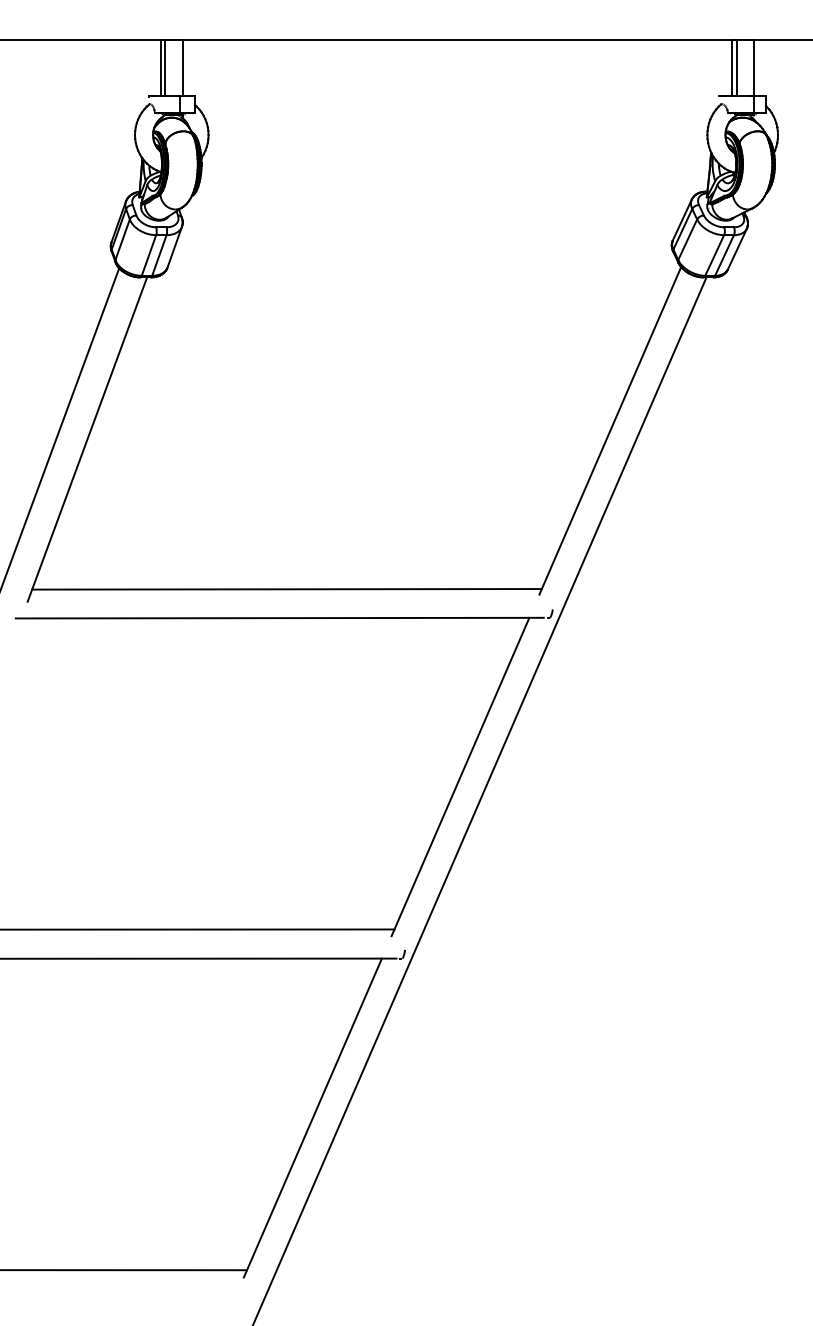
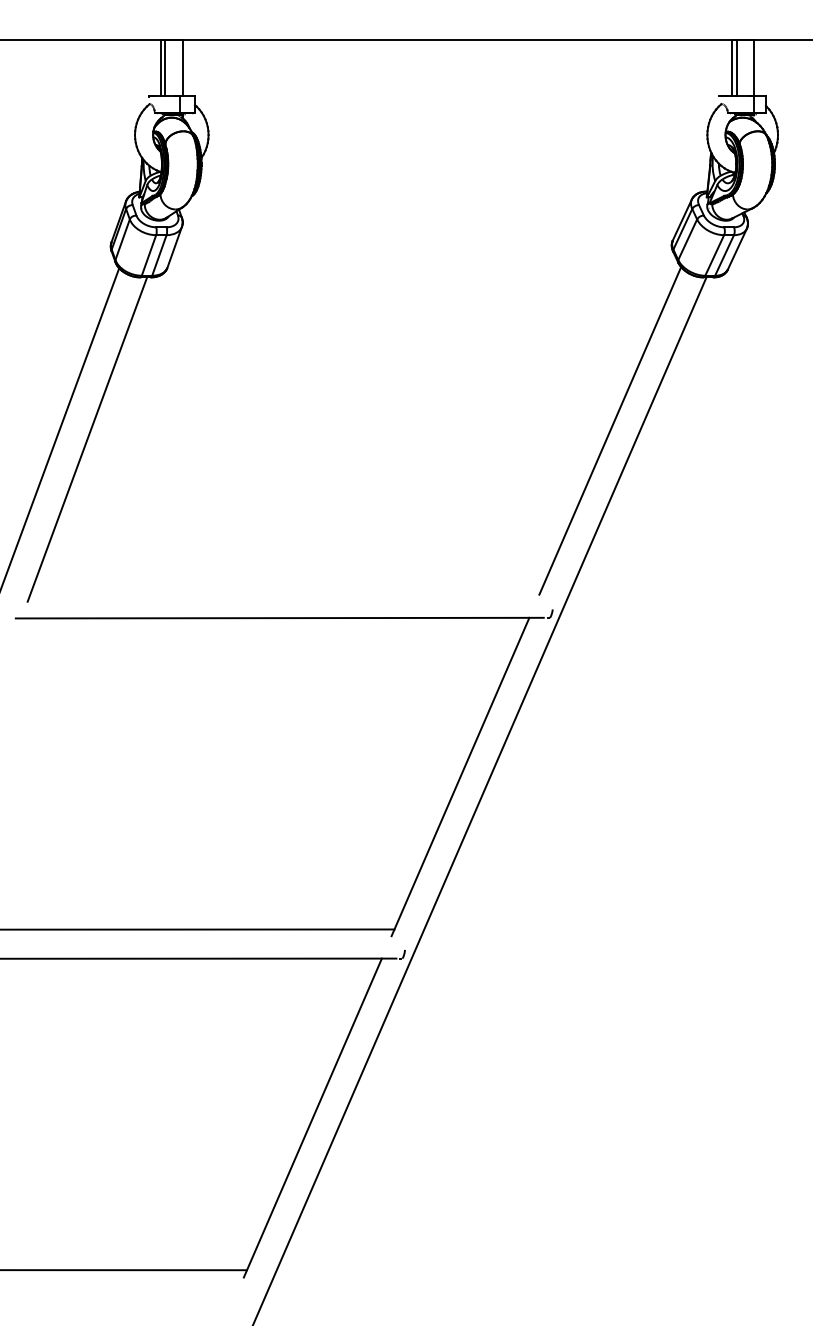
line at (286, 589): present -> none
